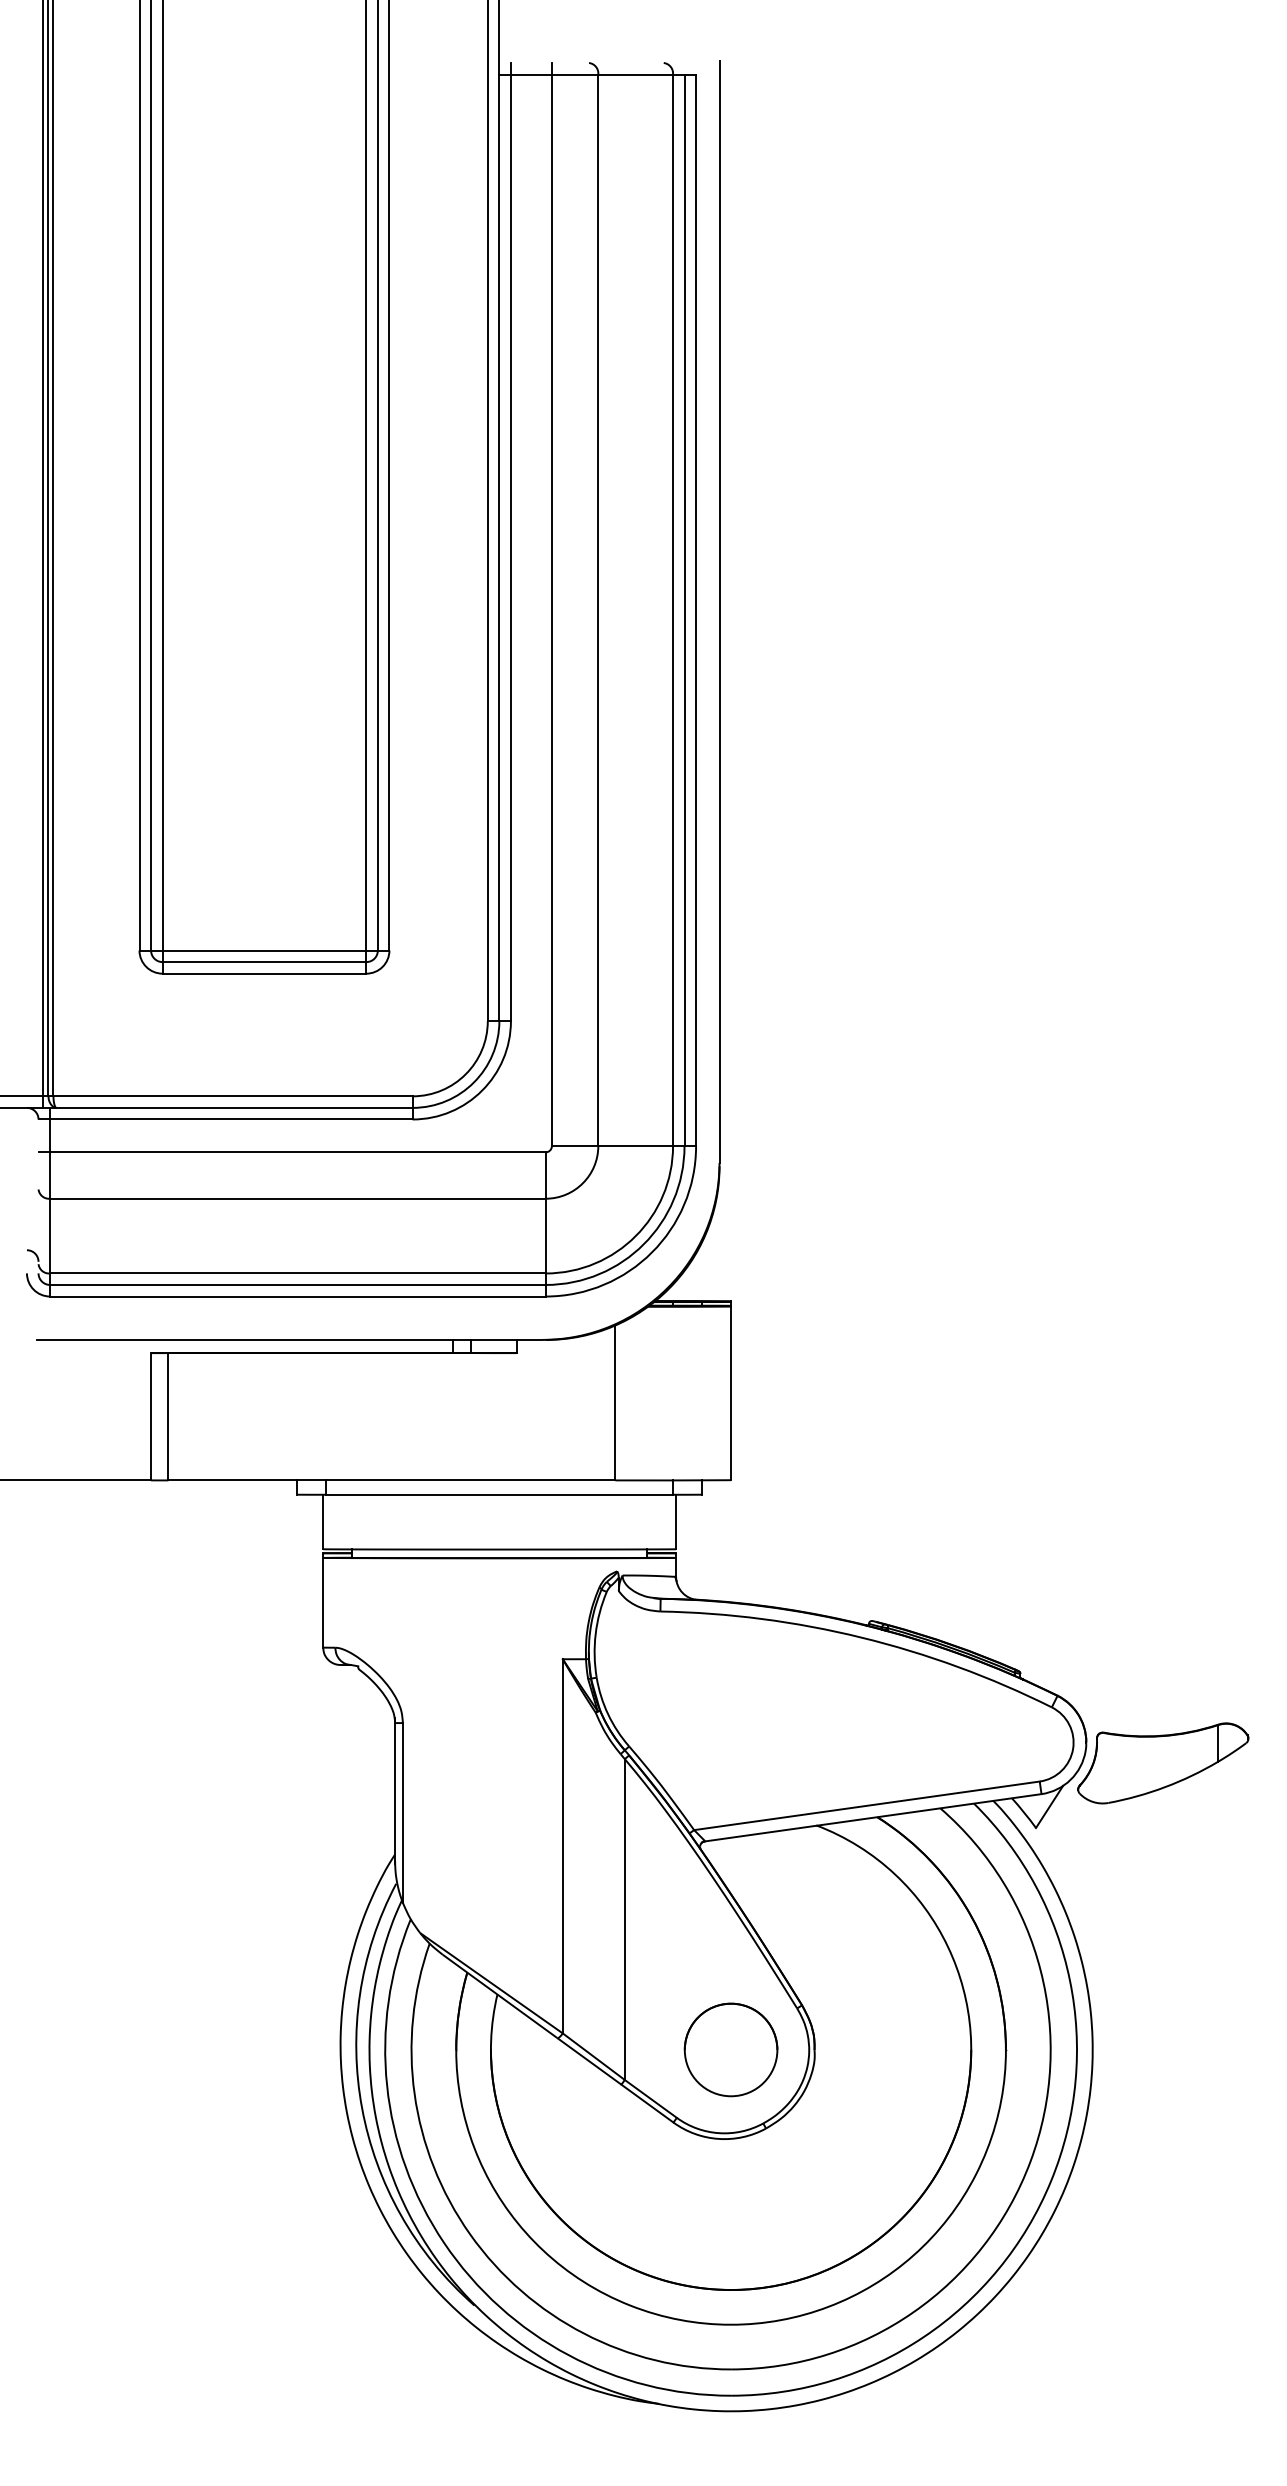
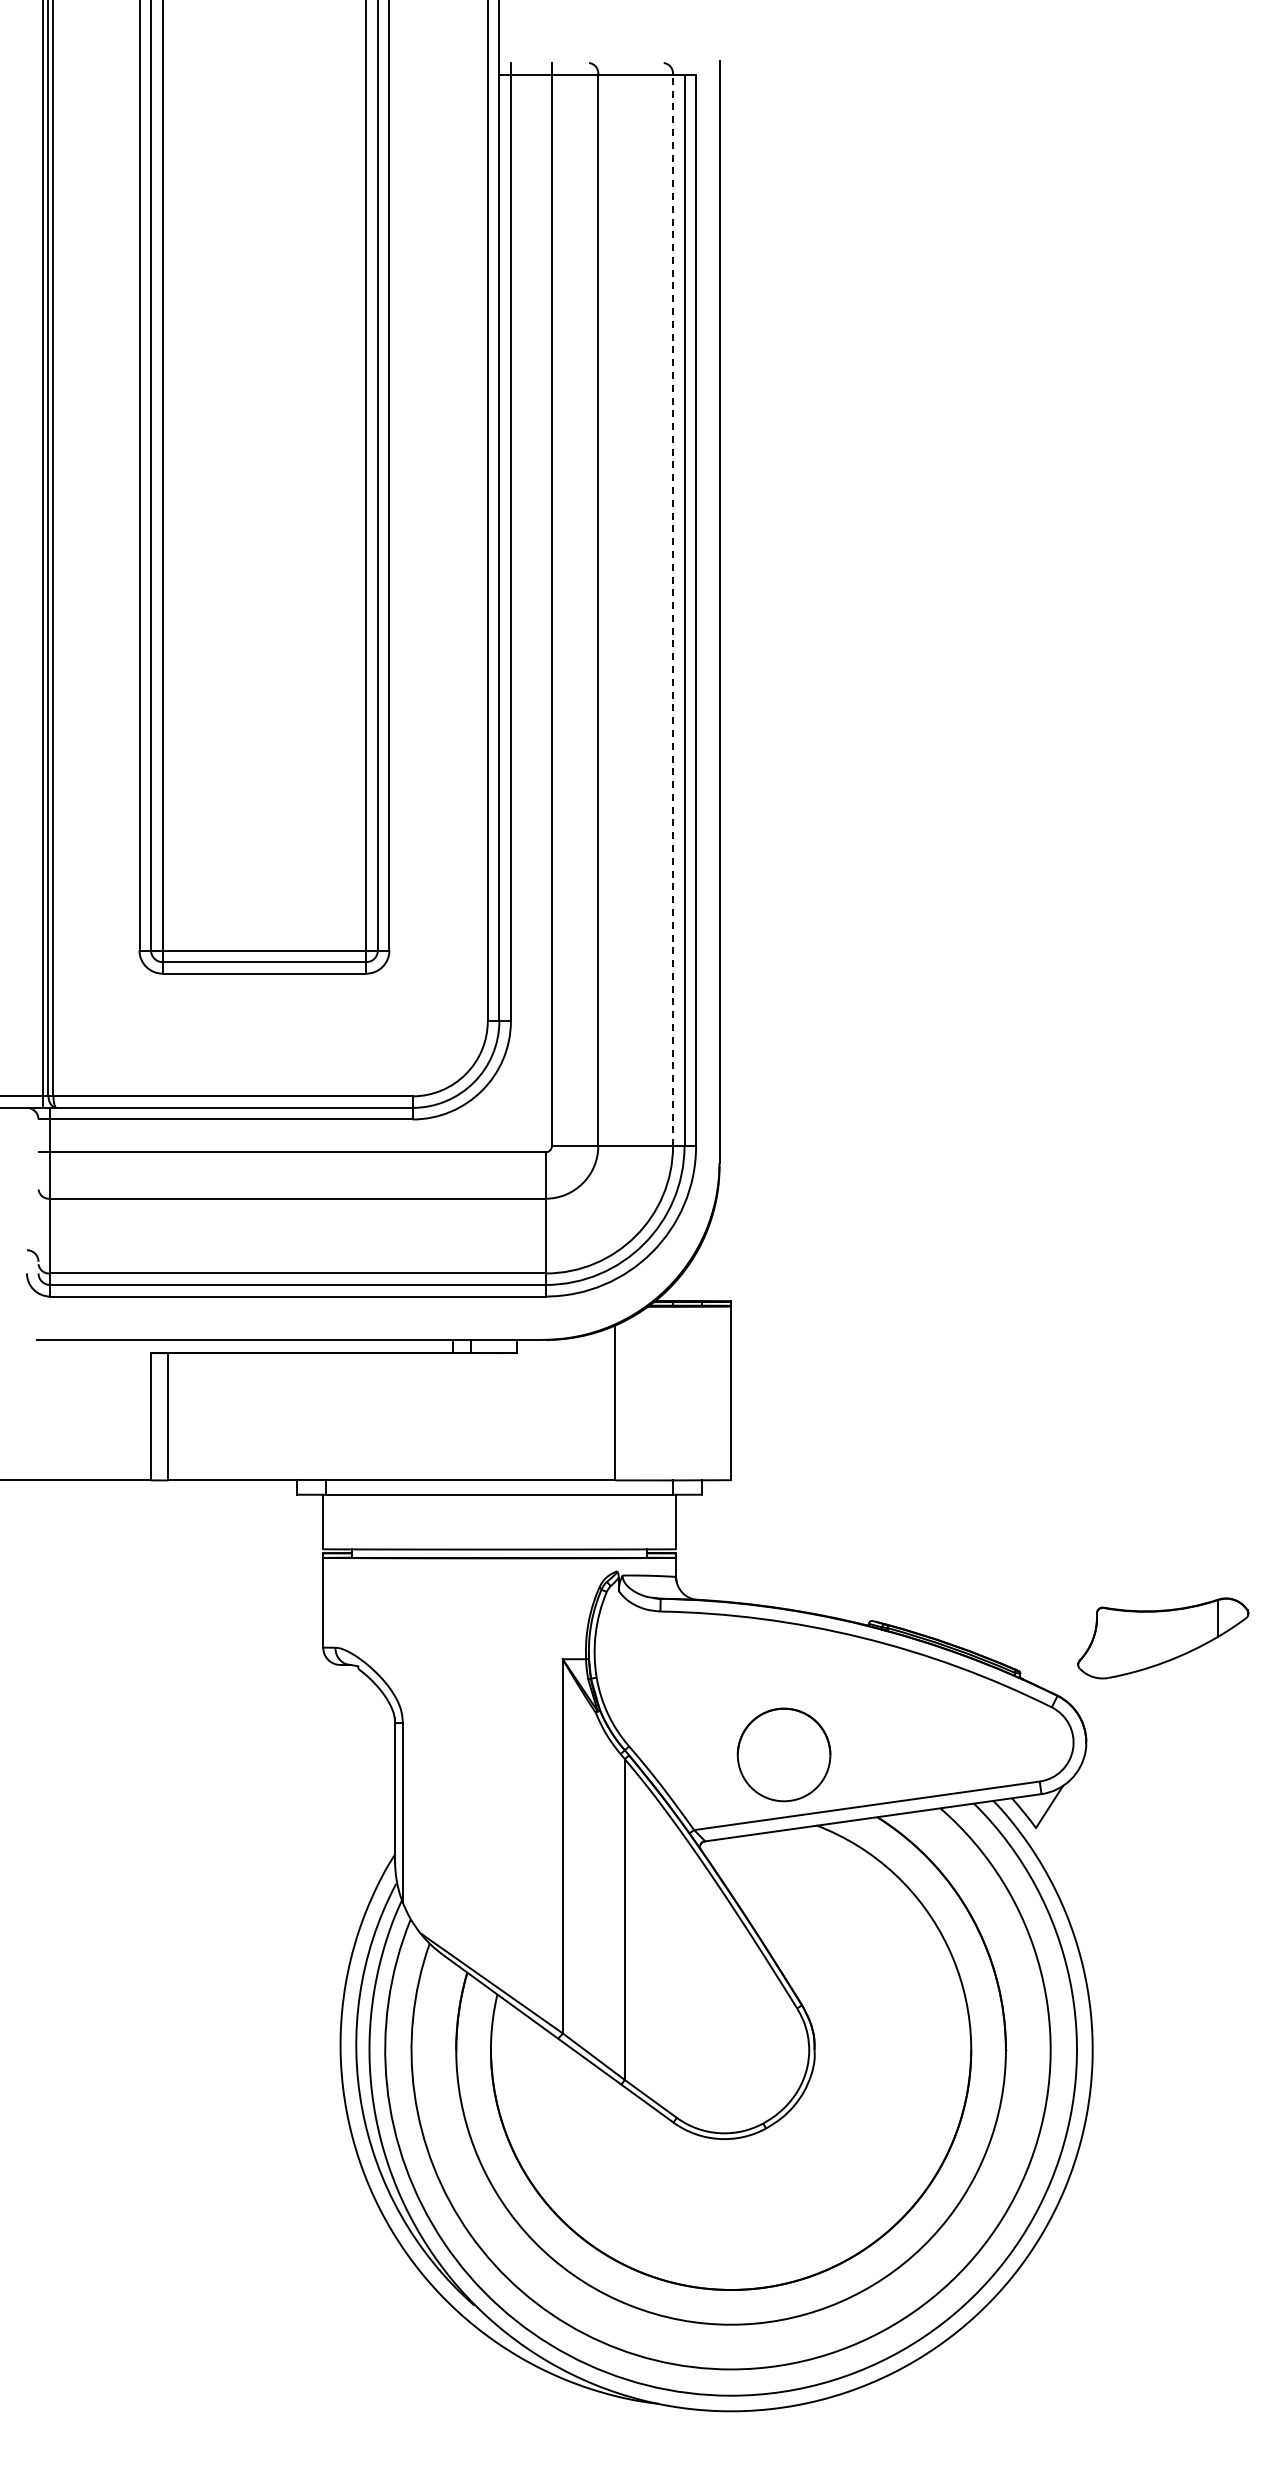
line at (673, 610): solid -> dashed
part at (1163, 1763) position: (1163, 1763) -> (1163, 1638)
part at (730, 2049) position: (730, 2049) -> (783, 1754)
